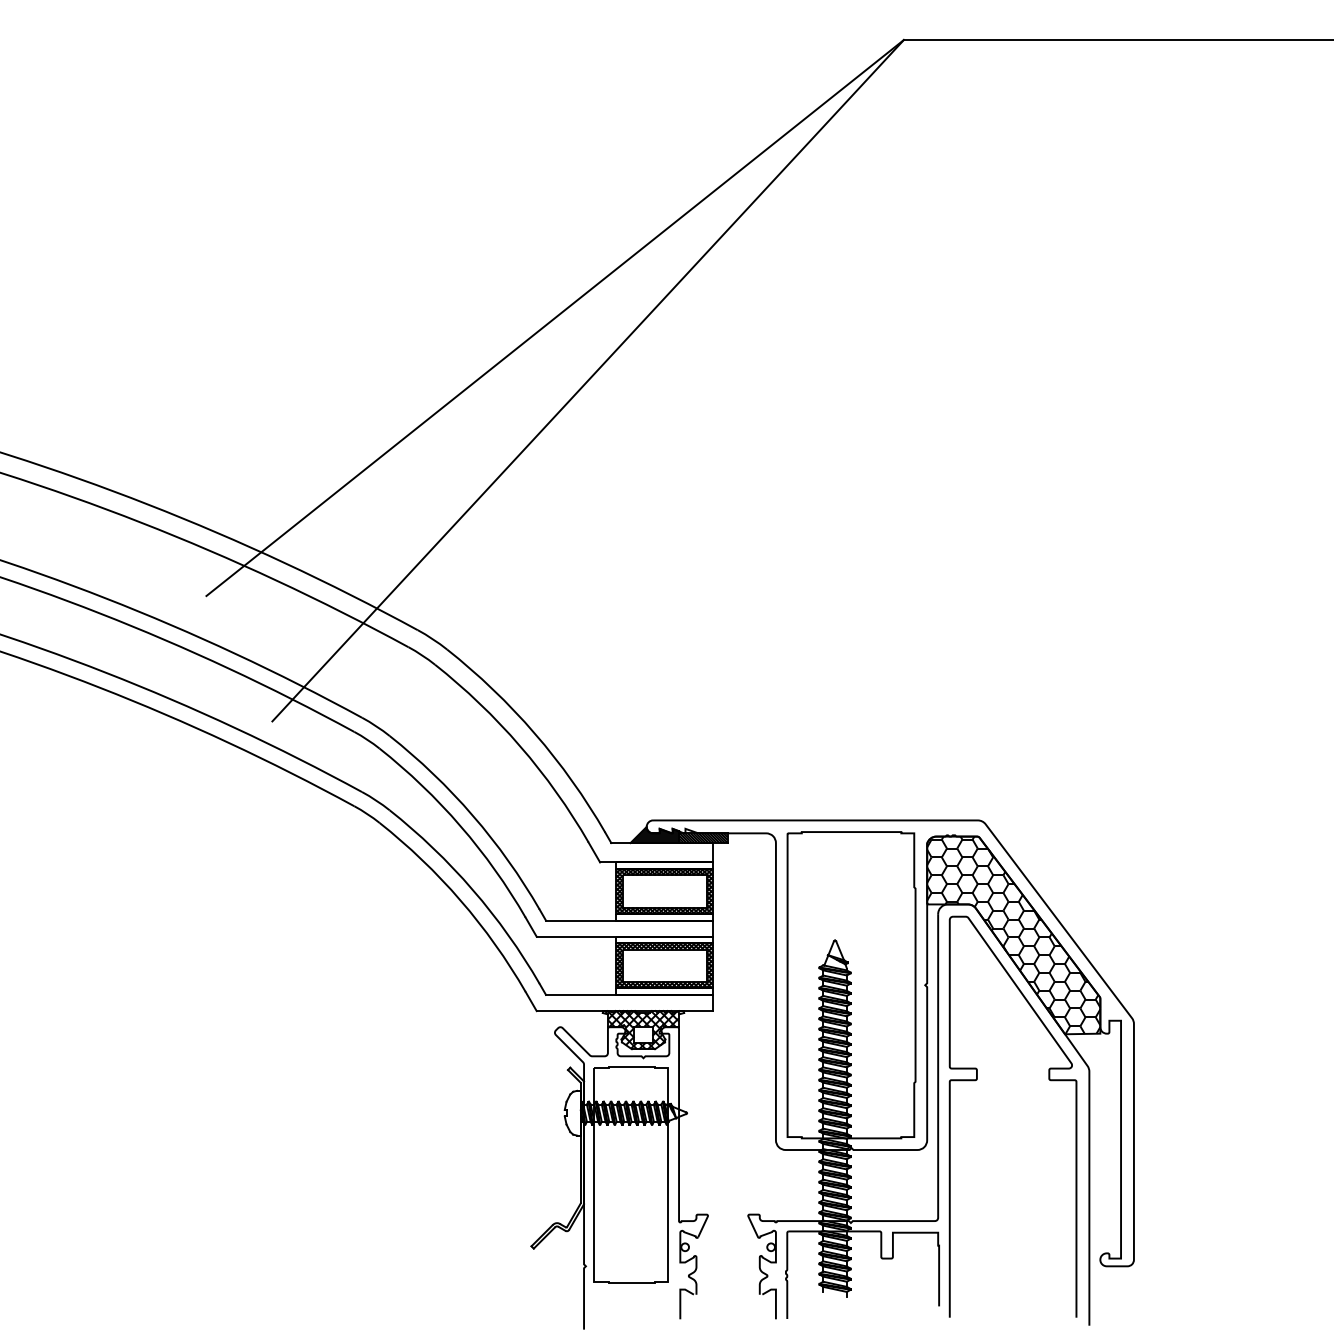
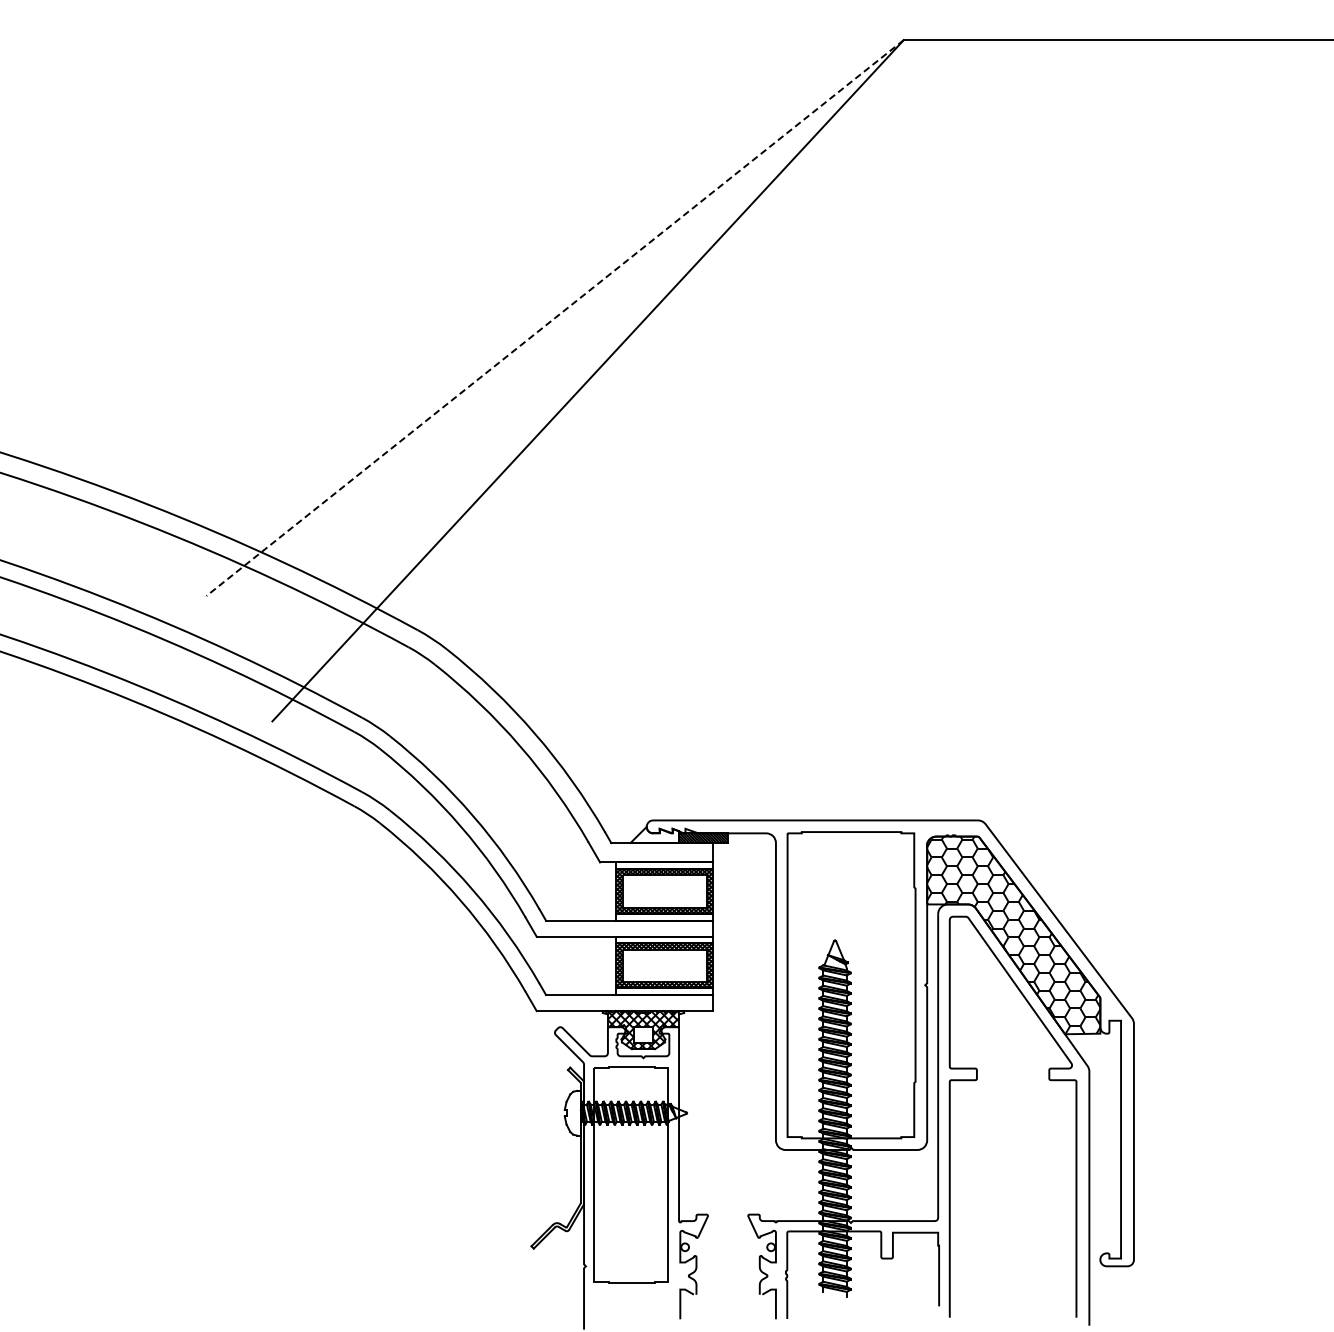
line at (555, 318): solid -> dashed
hatch at (655, 834): present -> none
